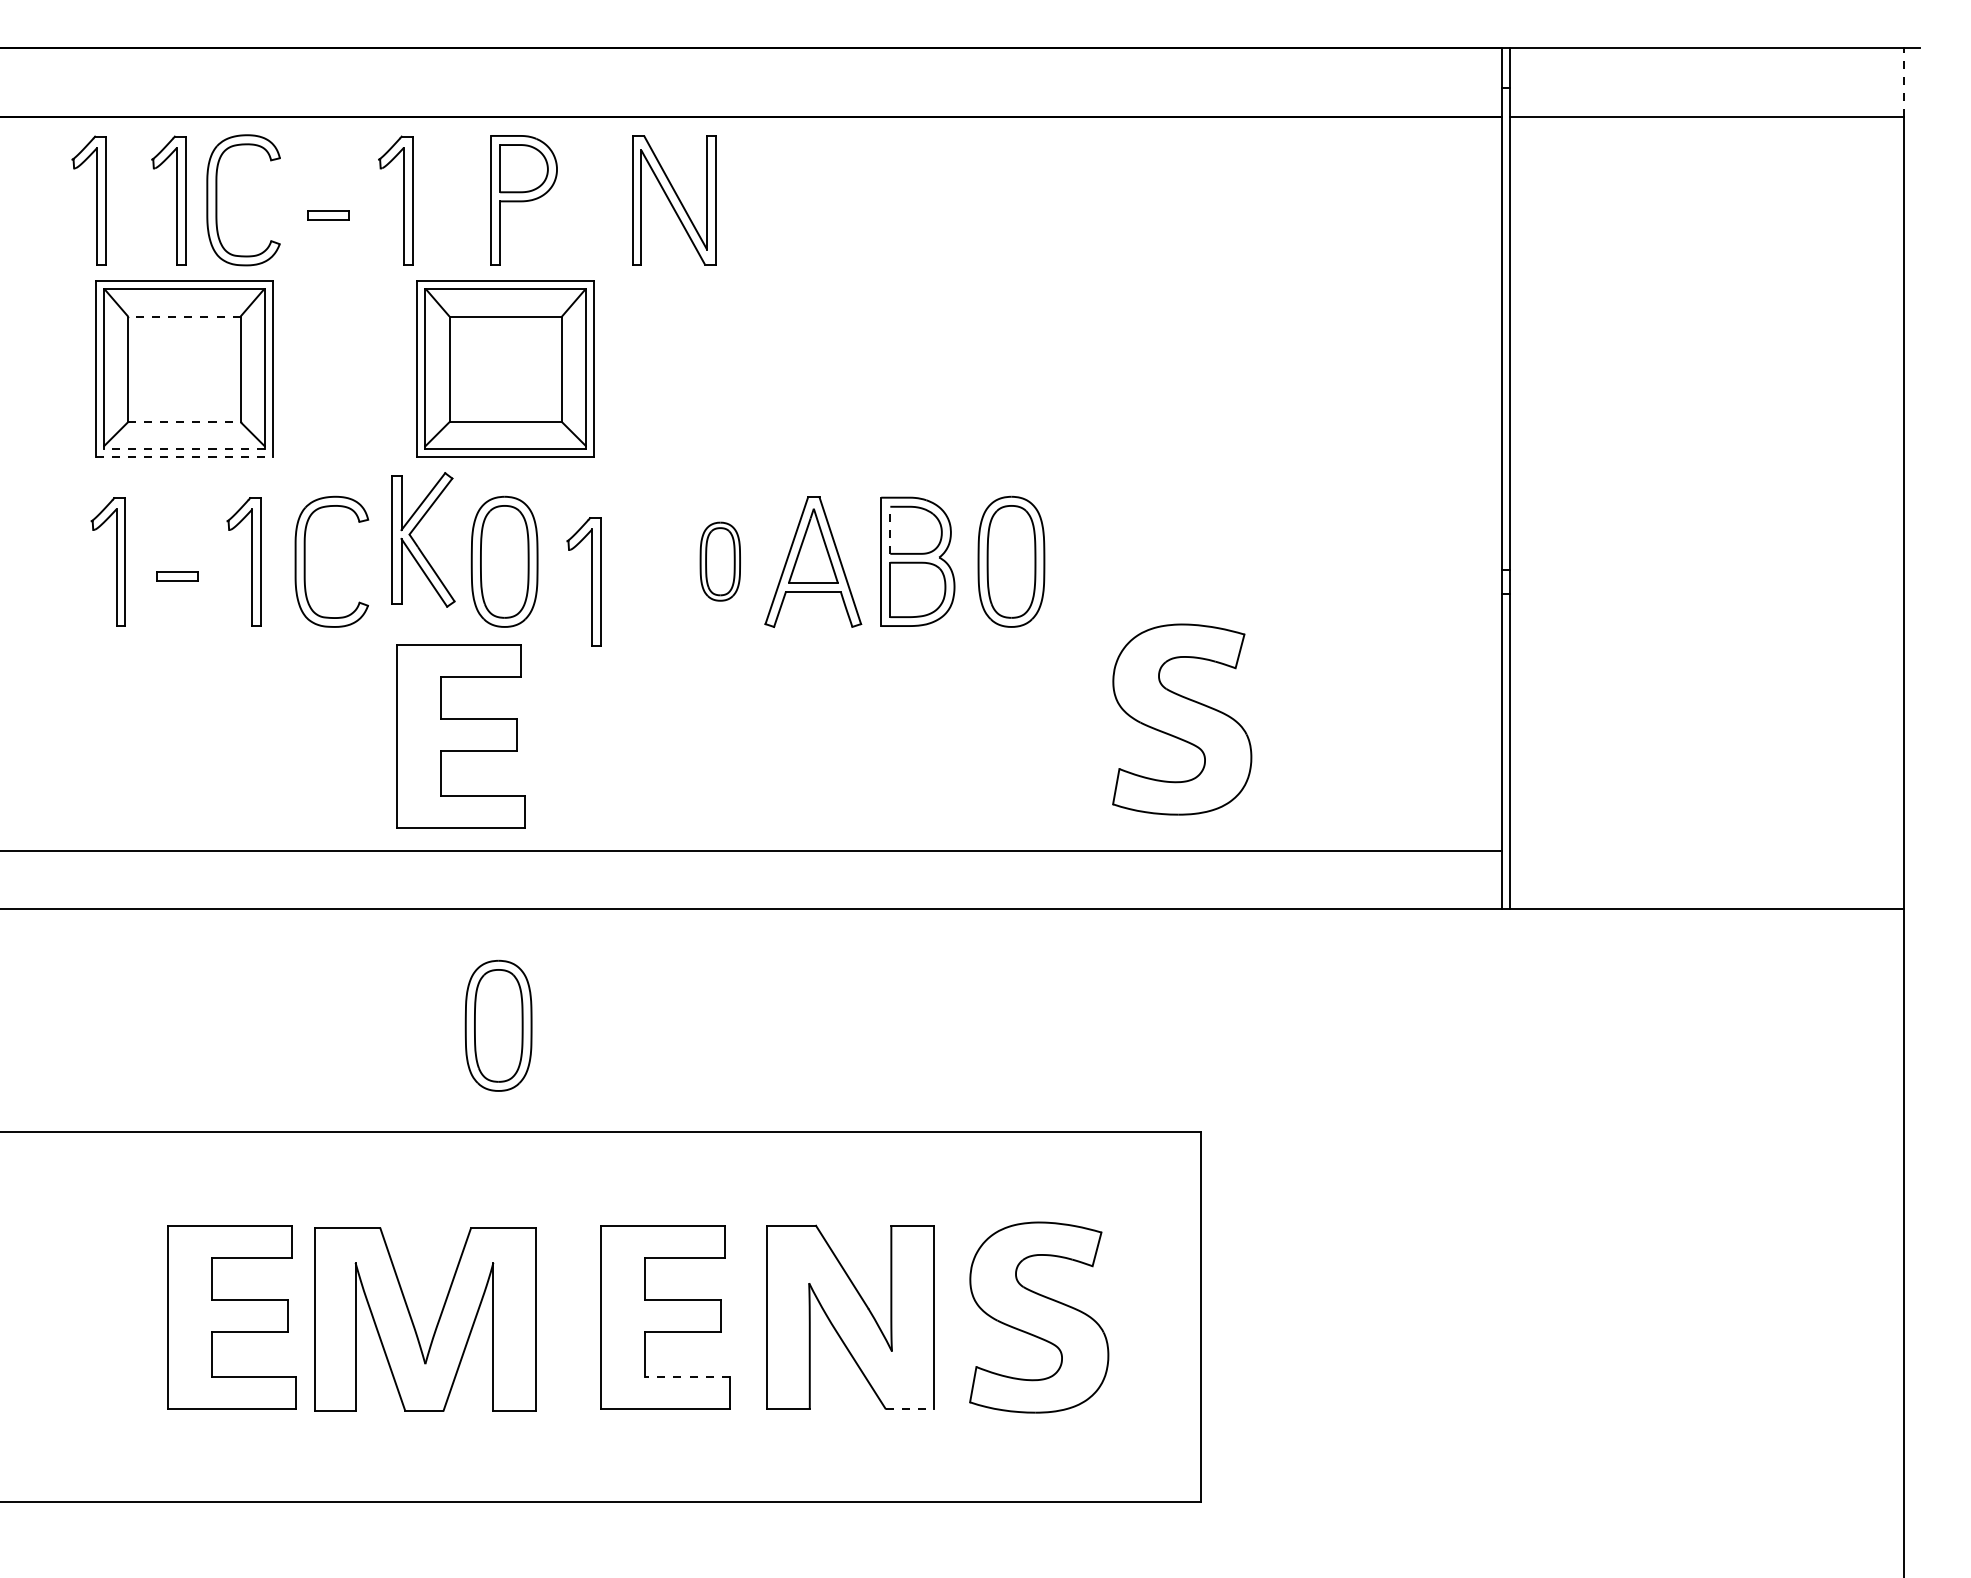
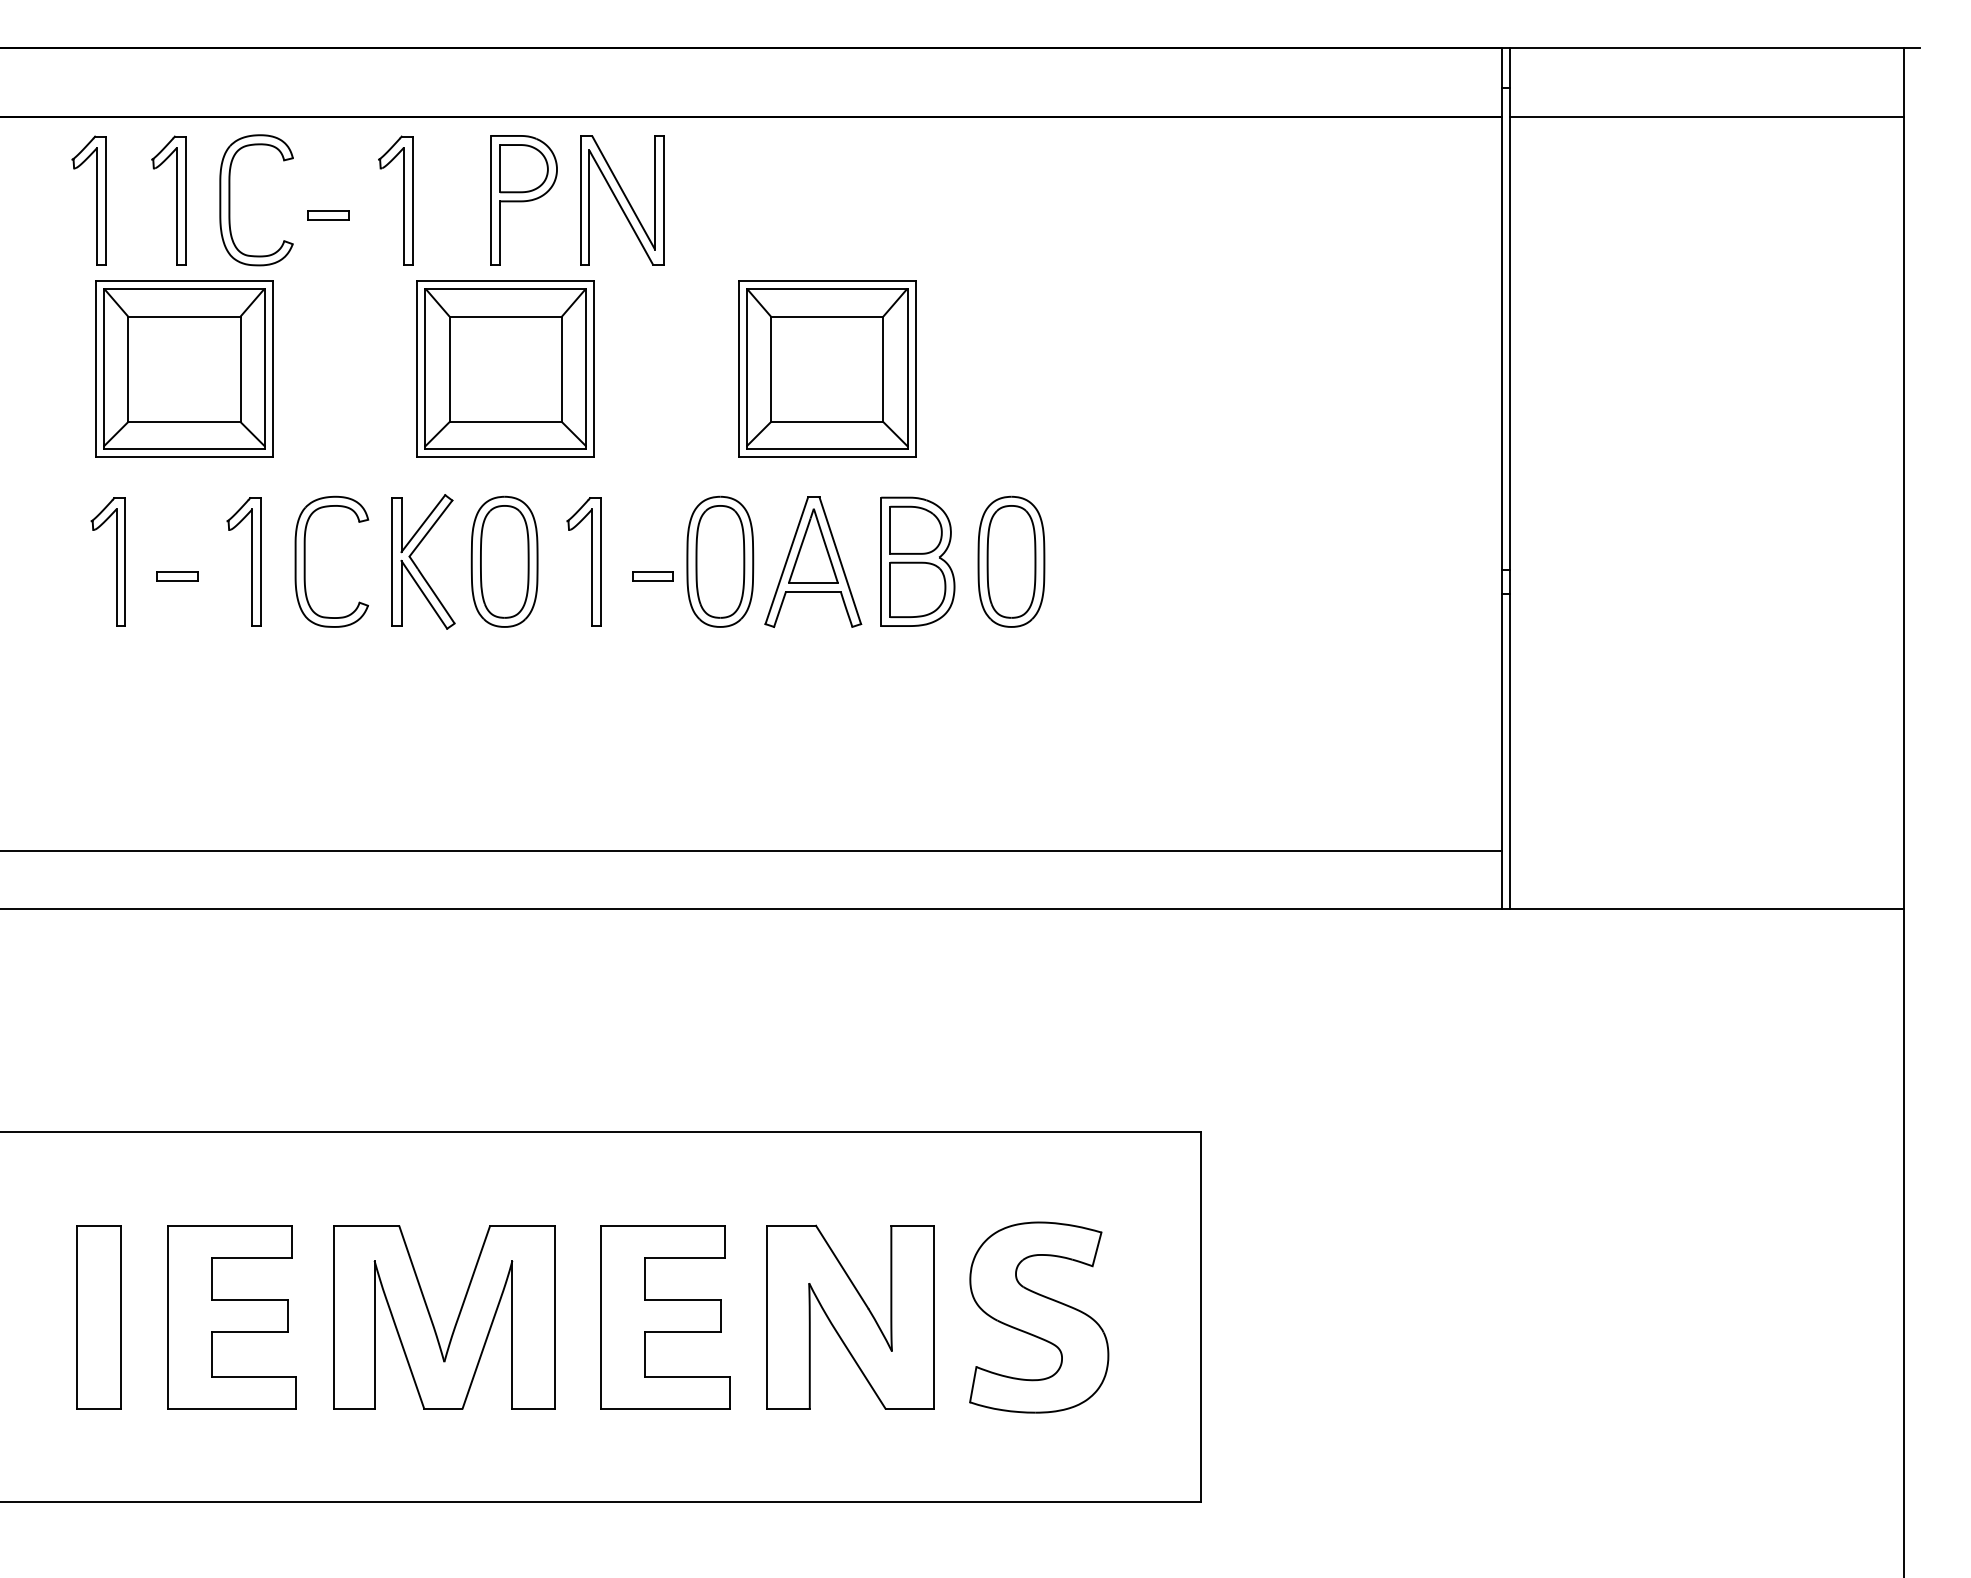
line at (1903, 82): dashed -> solid
part at (217, 200) position: (217, 200) -> (230, 200)
part at (674, 200) position: (674, 200) -> (622, 200)
line at (183, 316): dashed -> solid
part at (827, 368): none -> present
line at (184, 422): dashed -> solid
line at (183, 449): dashed -> solid
line at (184, 457): dashed -> solid
line at (890, 530): dashed -> solid
part at (416, 542) position: (416, 542) -> (416, 564)
part at (719, 561) size: 42x81 px -> 69x133 px
part at (652, 576): none -> present
part at (591, 581) position: (591, 581) -> (591, 561)
part at (1182, 719): present -> none
part at (460, 736): present -> none
part at (498, 1025): present -> none
part at (98, 1317): none -> present
part at (414, 1324) position: (414, 1324) -> (433, 1322)
line at (687, 1377): dashed -> solid
line at (909, 1409): dashed -> solid
